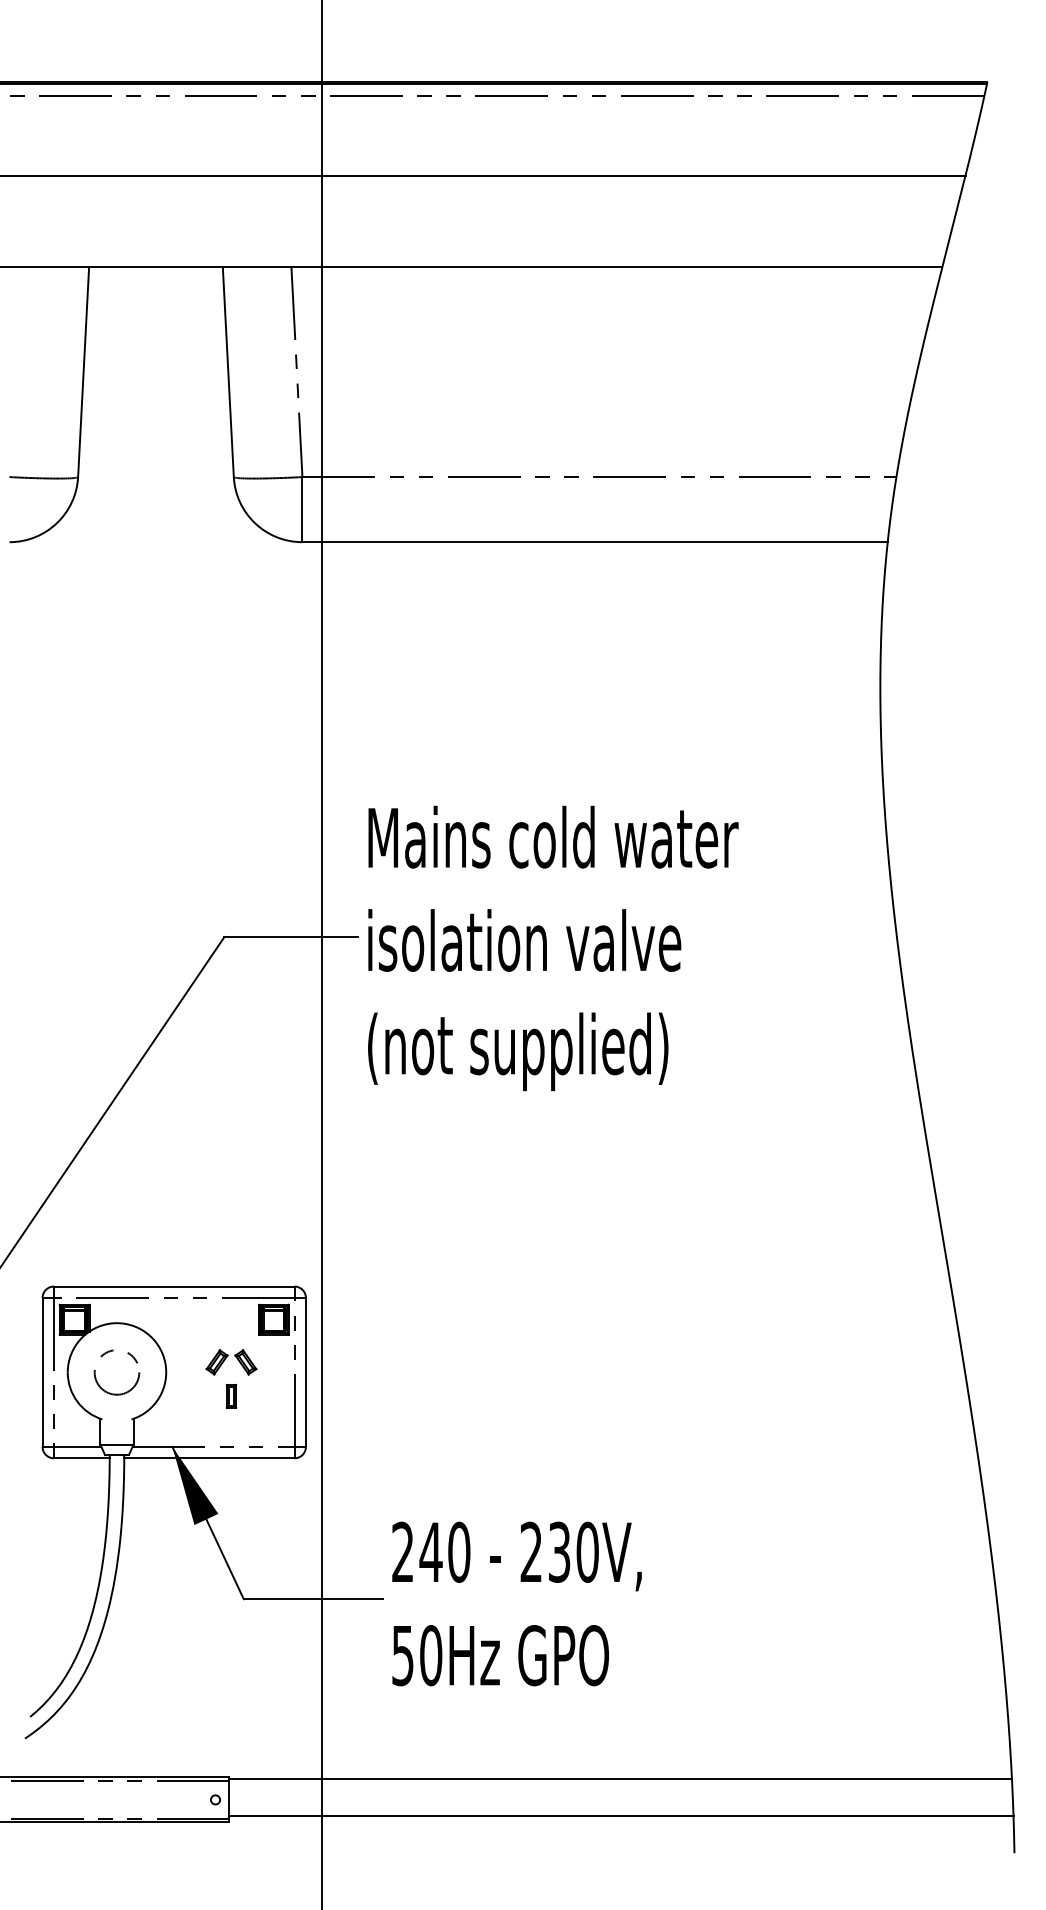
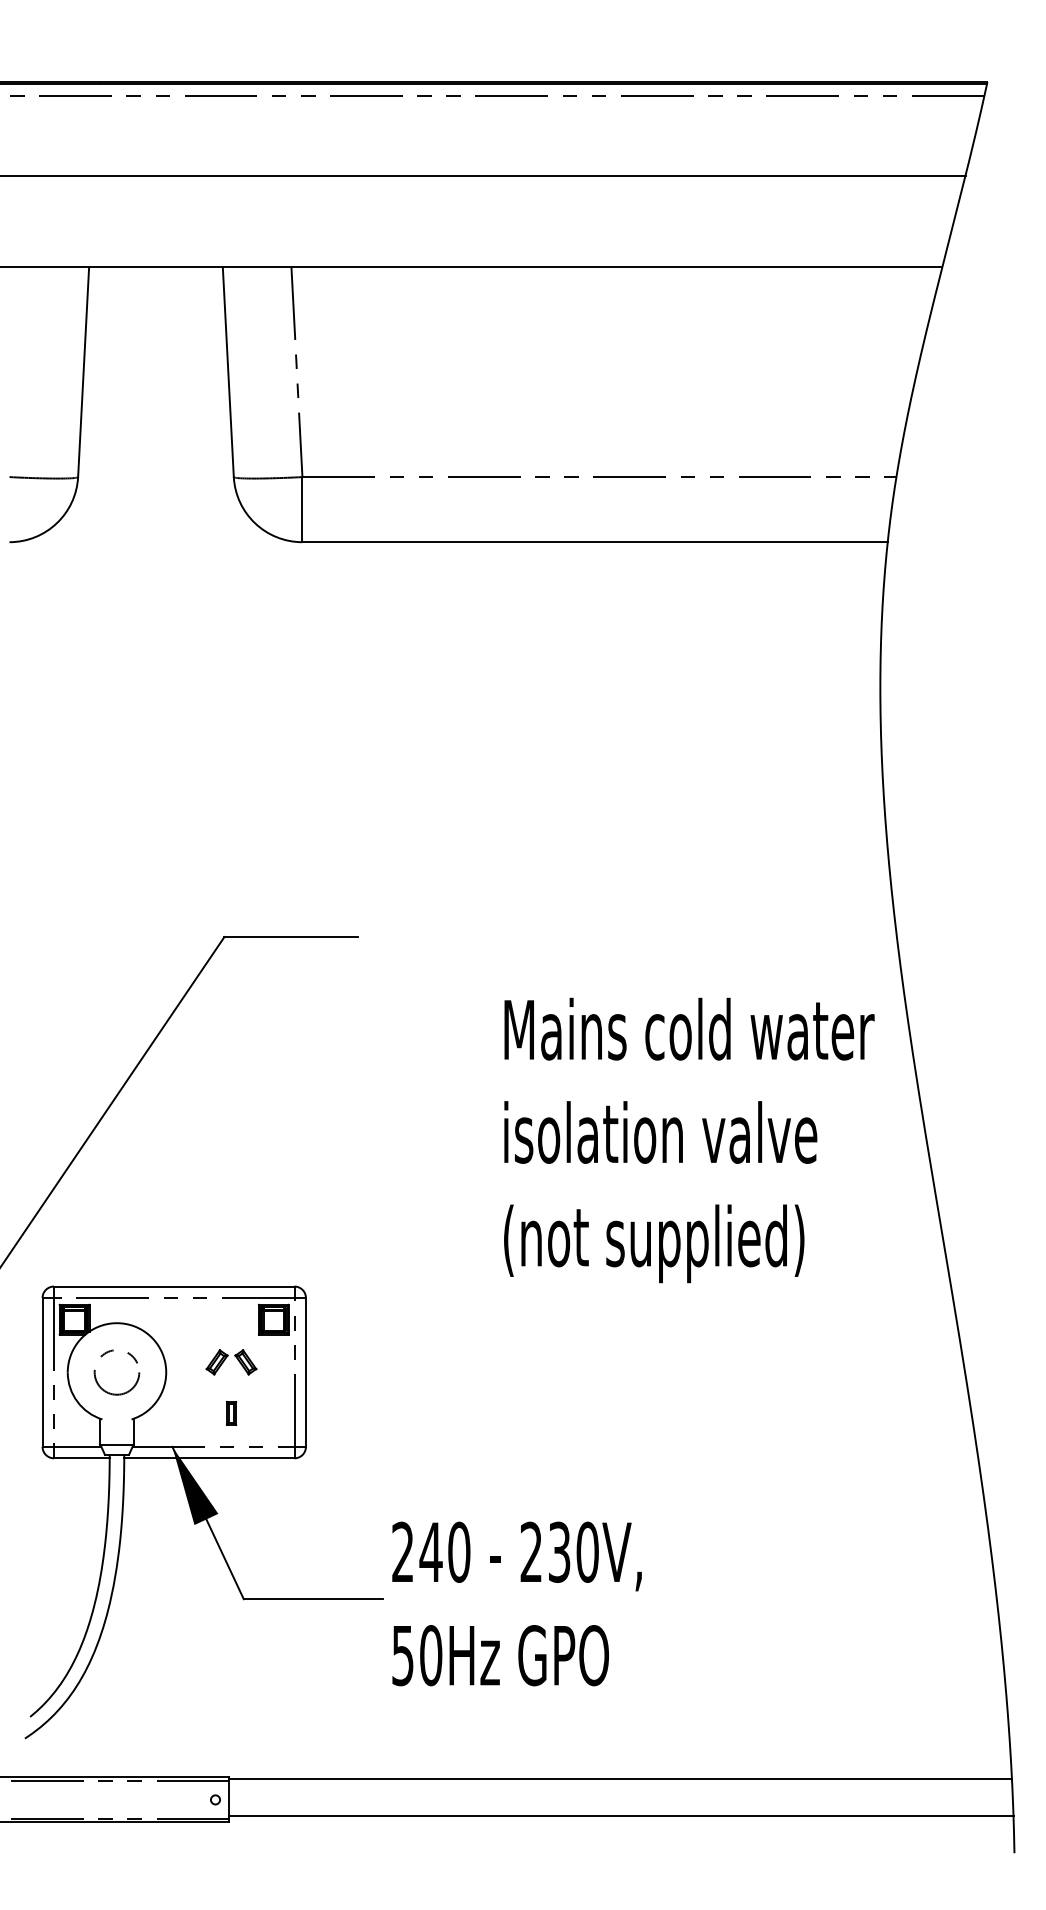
text at (553, 948) position: (553, 948) -> (689, 1140)
line at (321, 954): present -> none
part at (231, 1396) position: (231, 1396) -> (231, 1413)
